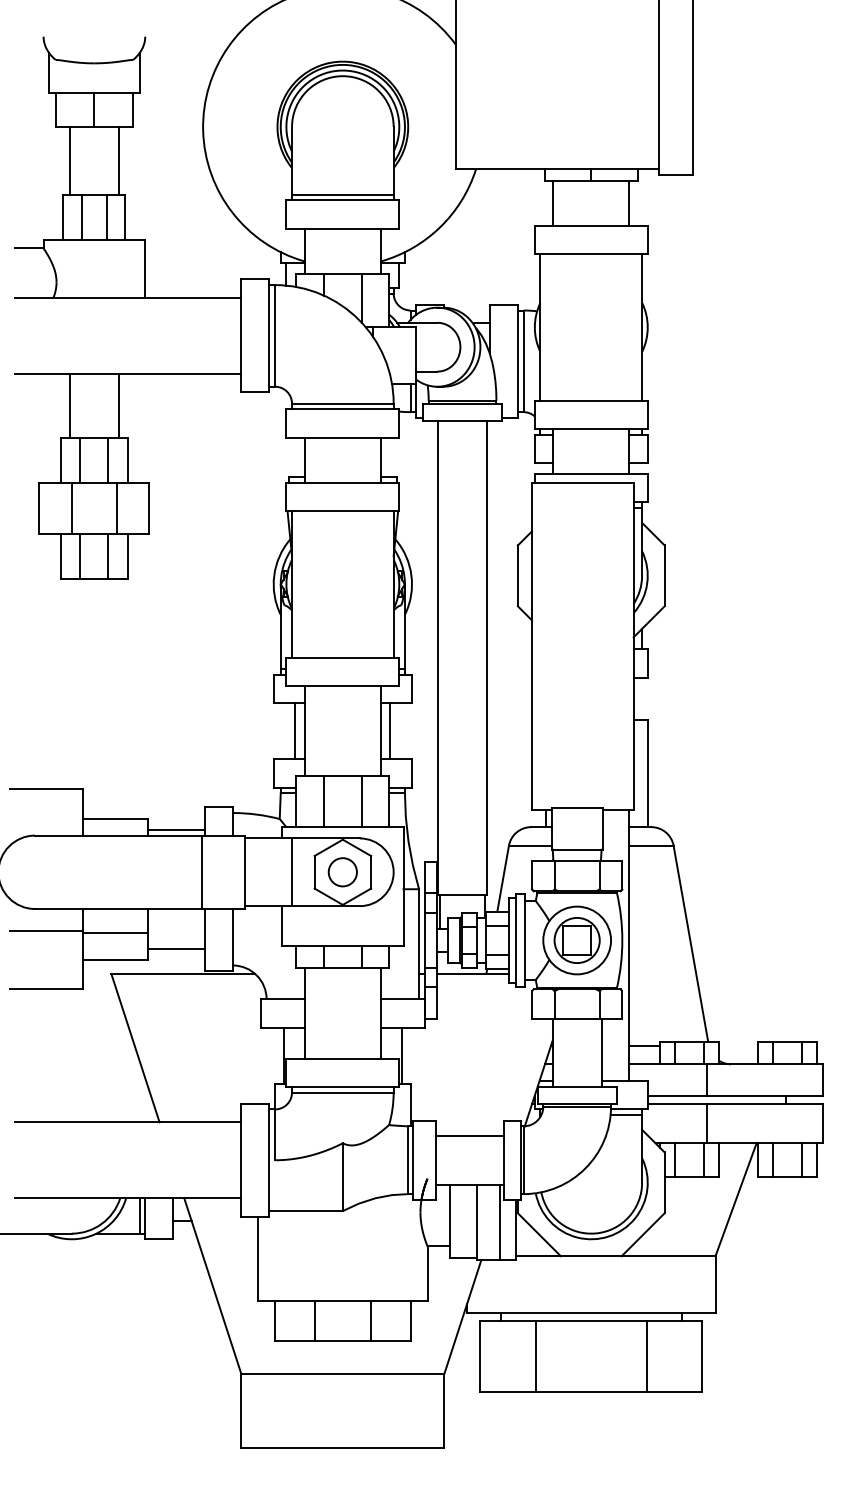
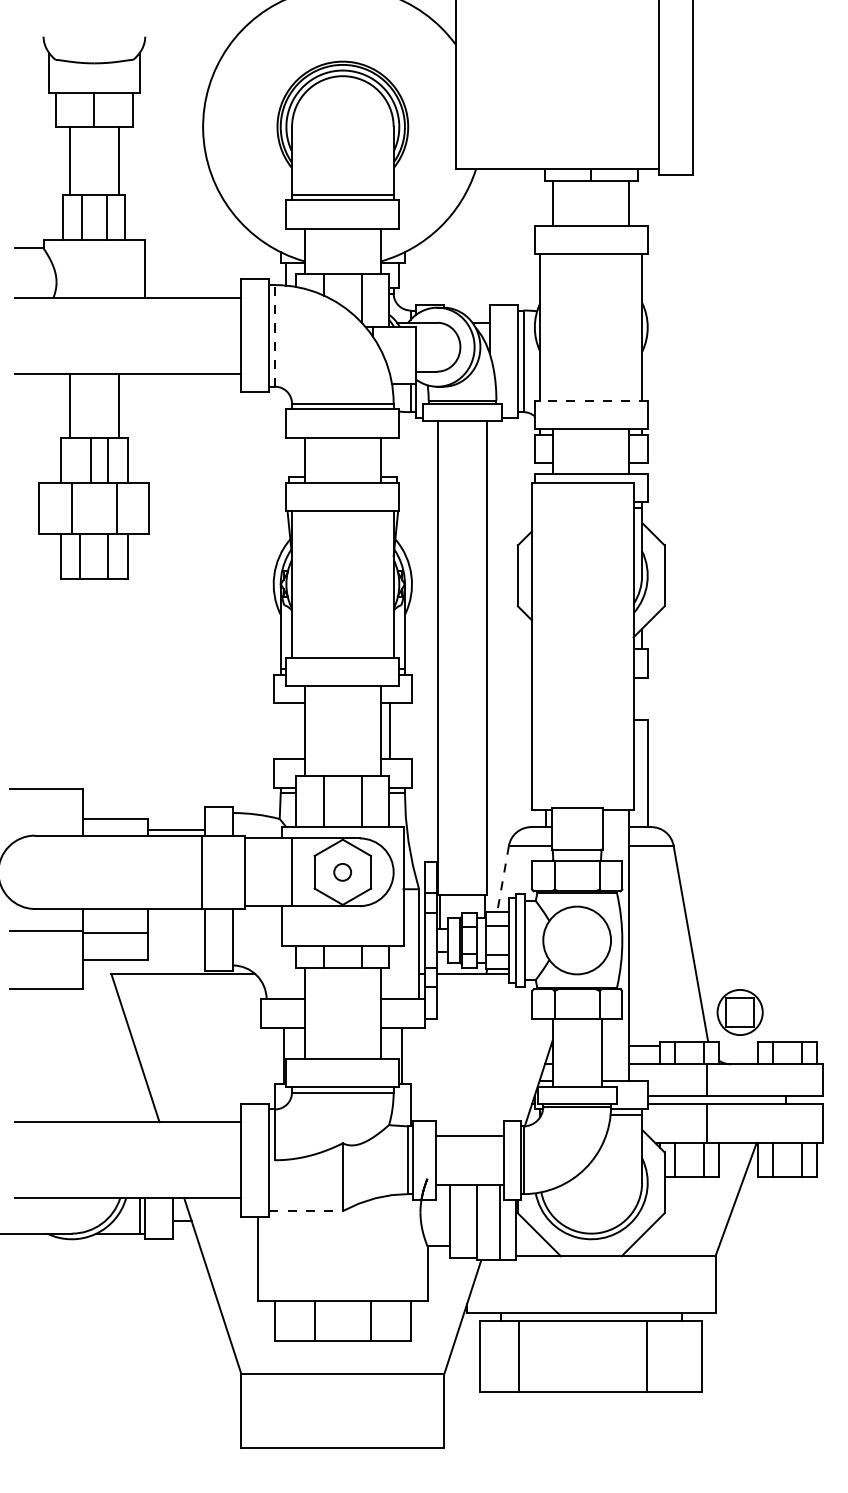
line at (275, 335): solid -> dashed
line at (590, 400): solid -> dashed
line at (80, 459) position: (80, 459) -> (91, 459)
line at (295, 730): present -> none
circle at (342, 872) size: 31x31 px -> 19x19 px
line at (503, 878): solid -> dashed
part at (576, 940) position: (576, 940) -> (739, 1012)
line at (176, 948): present -> none
line at (306, 1211): solid -> dashed
line at (535, 1355) position: (535, 1355) -> (518, 1355)
